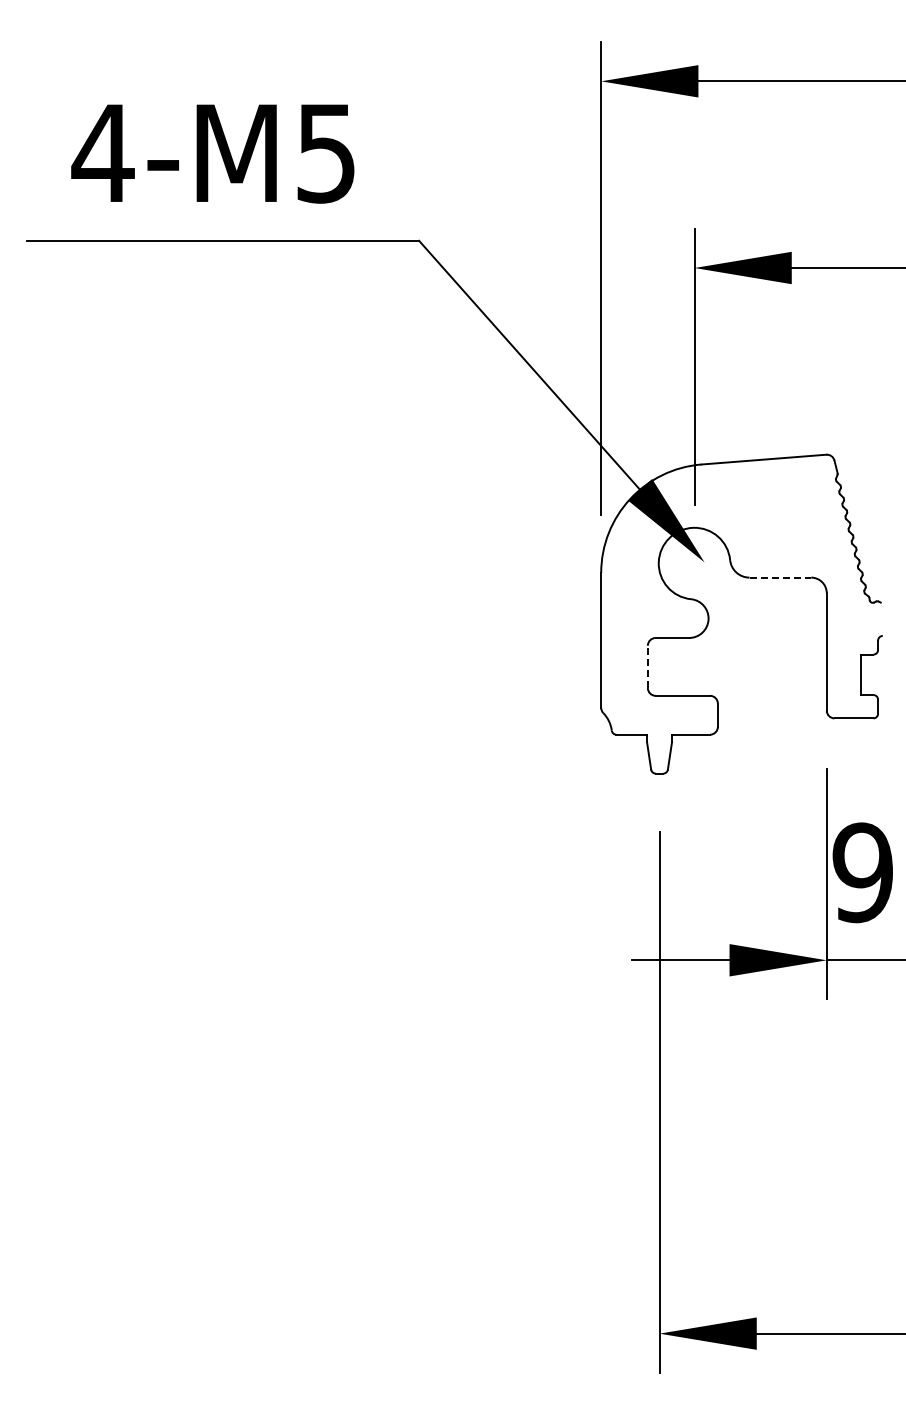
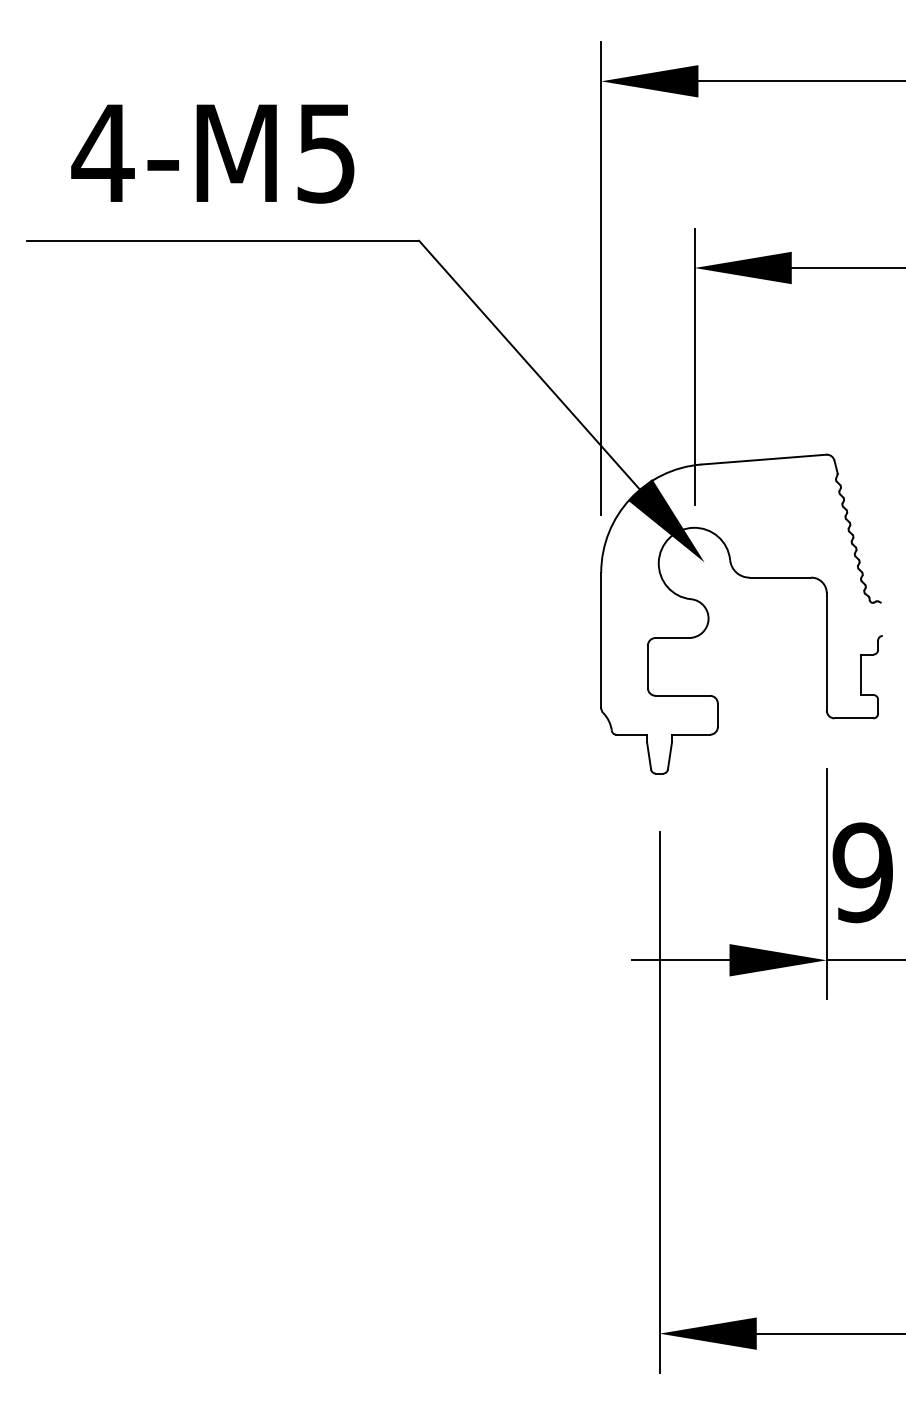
line at (780, 577): dashed -> solid
line at (647, 666): dashed -> solid
